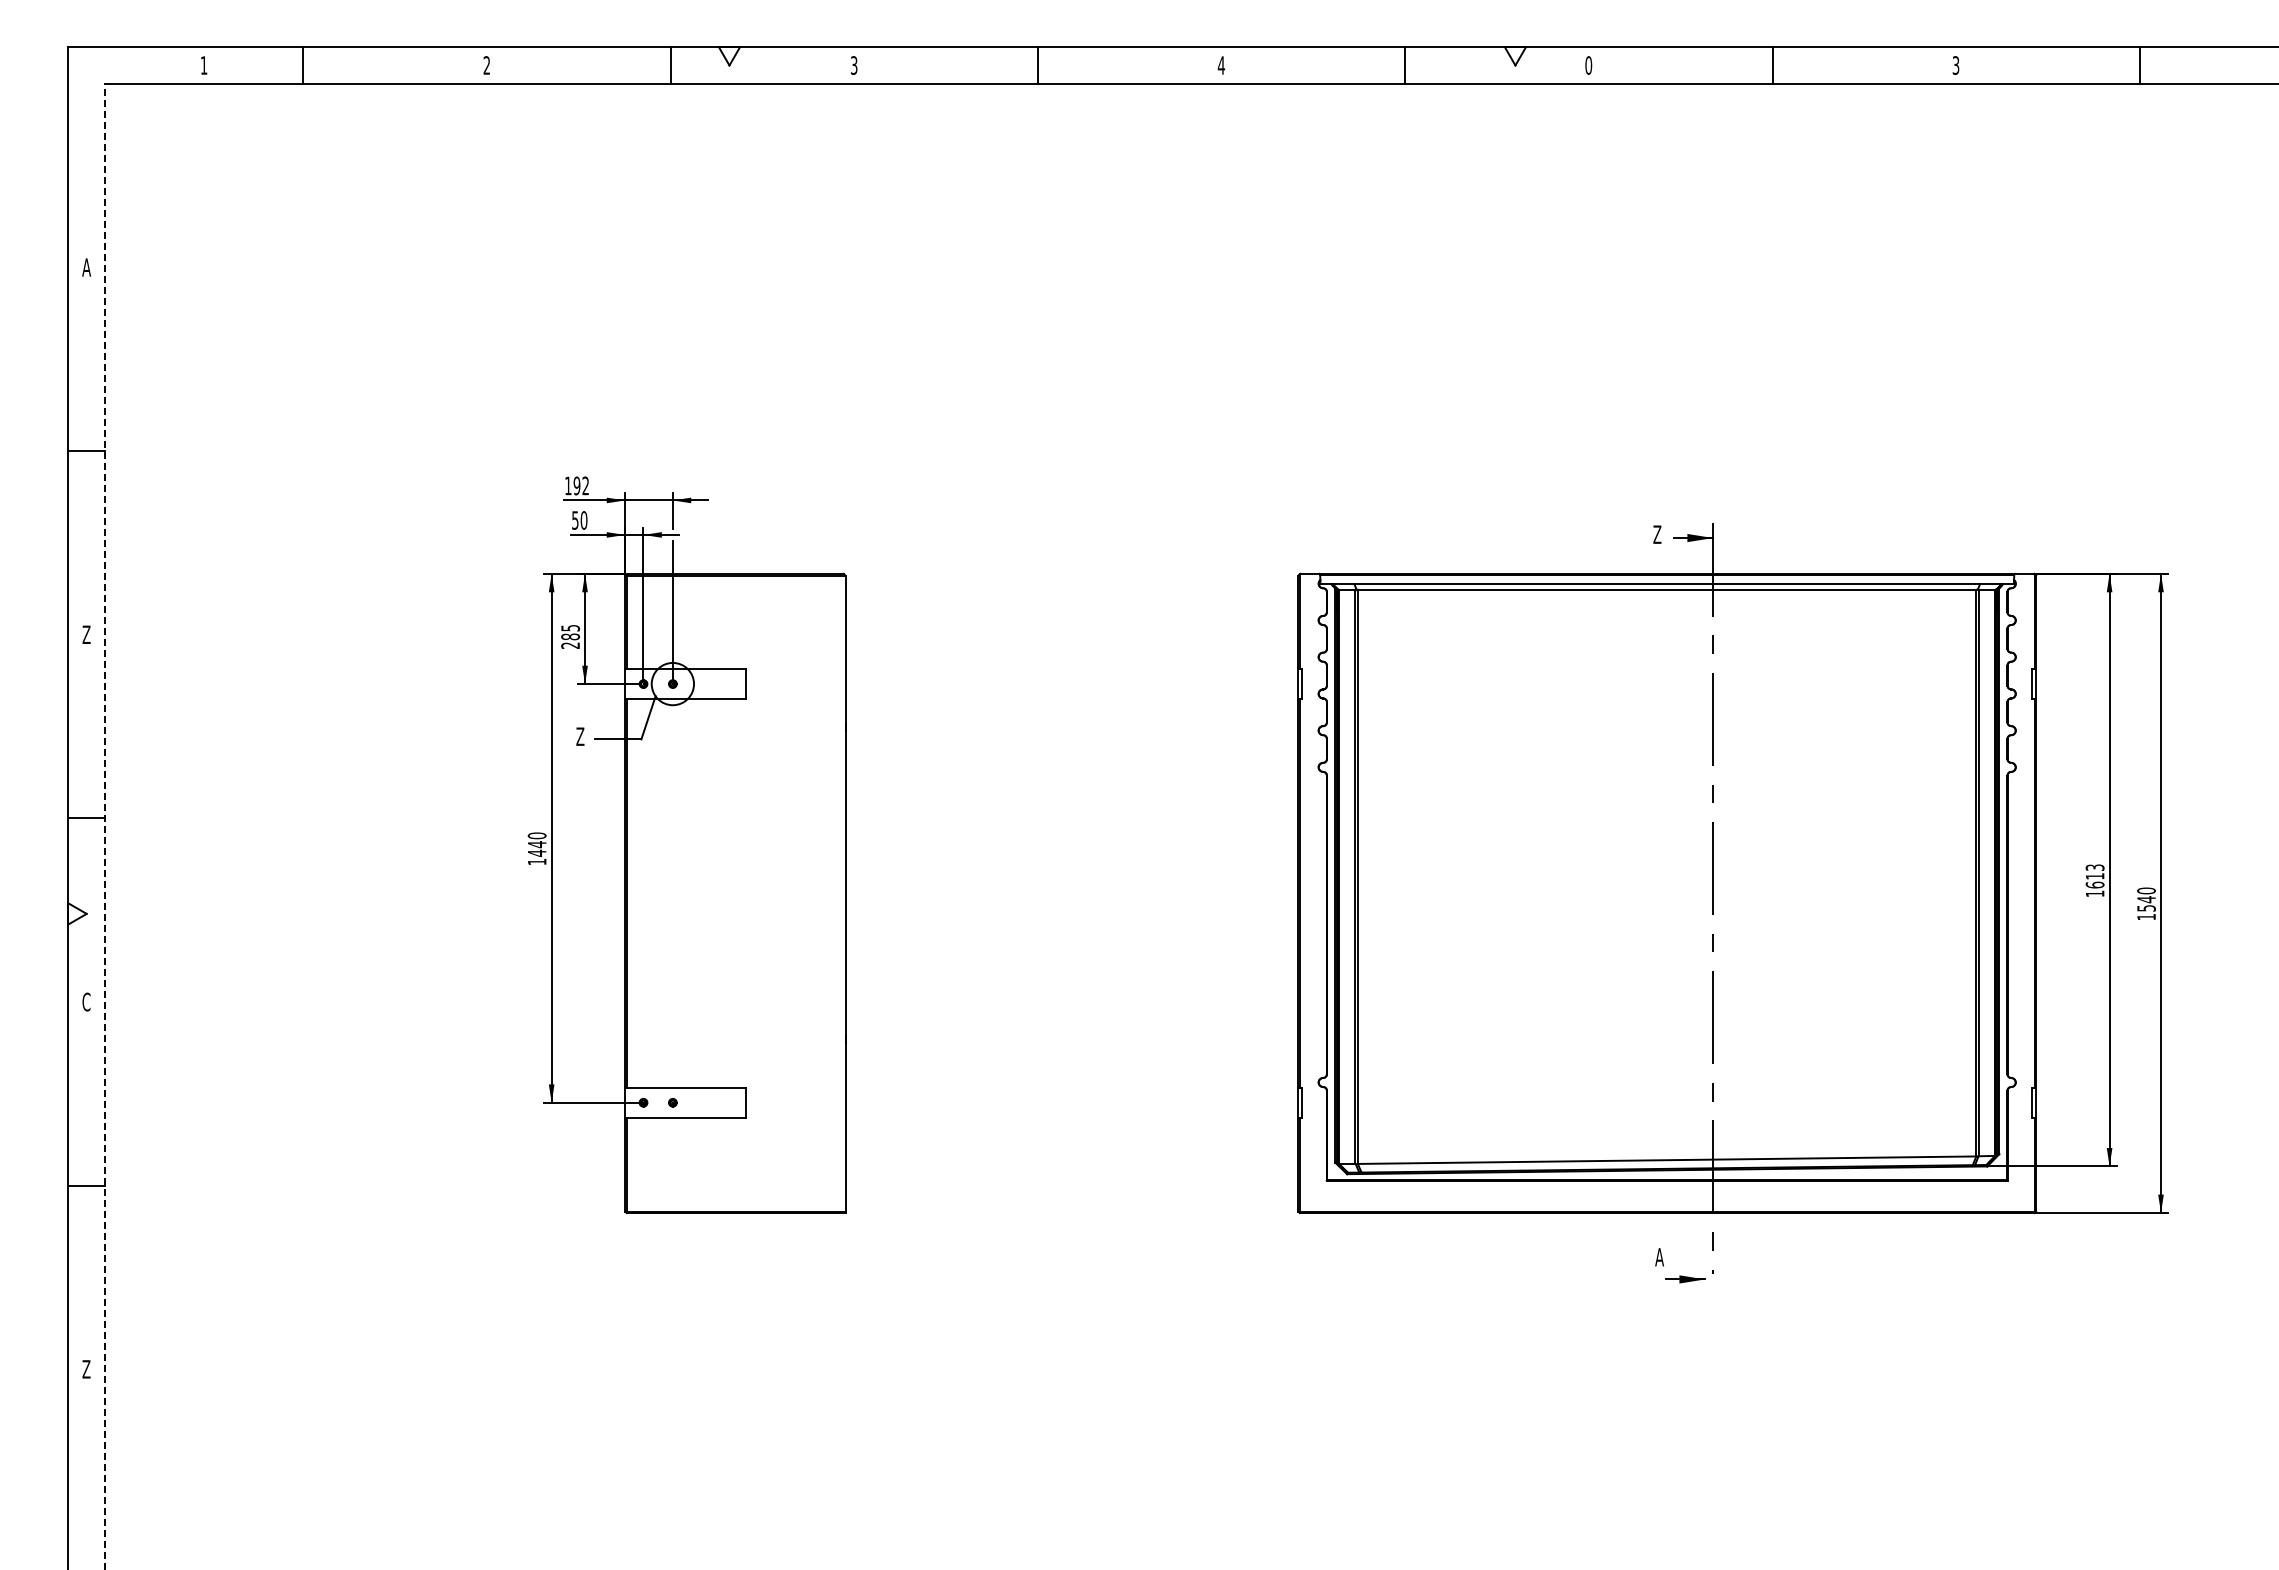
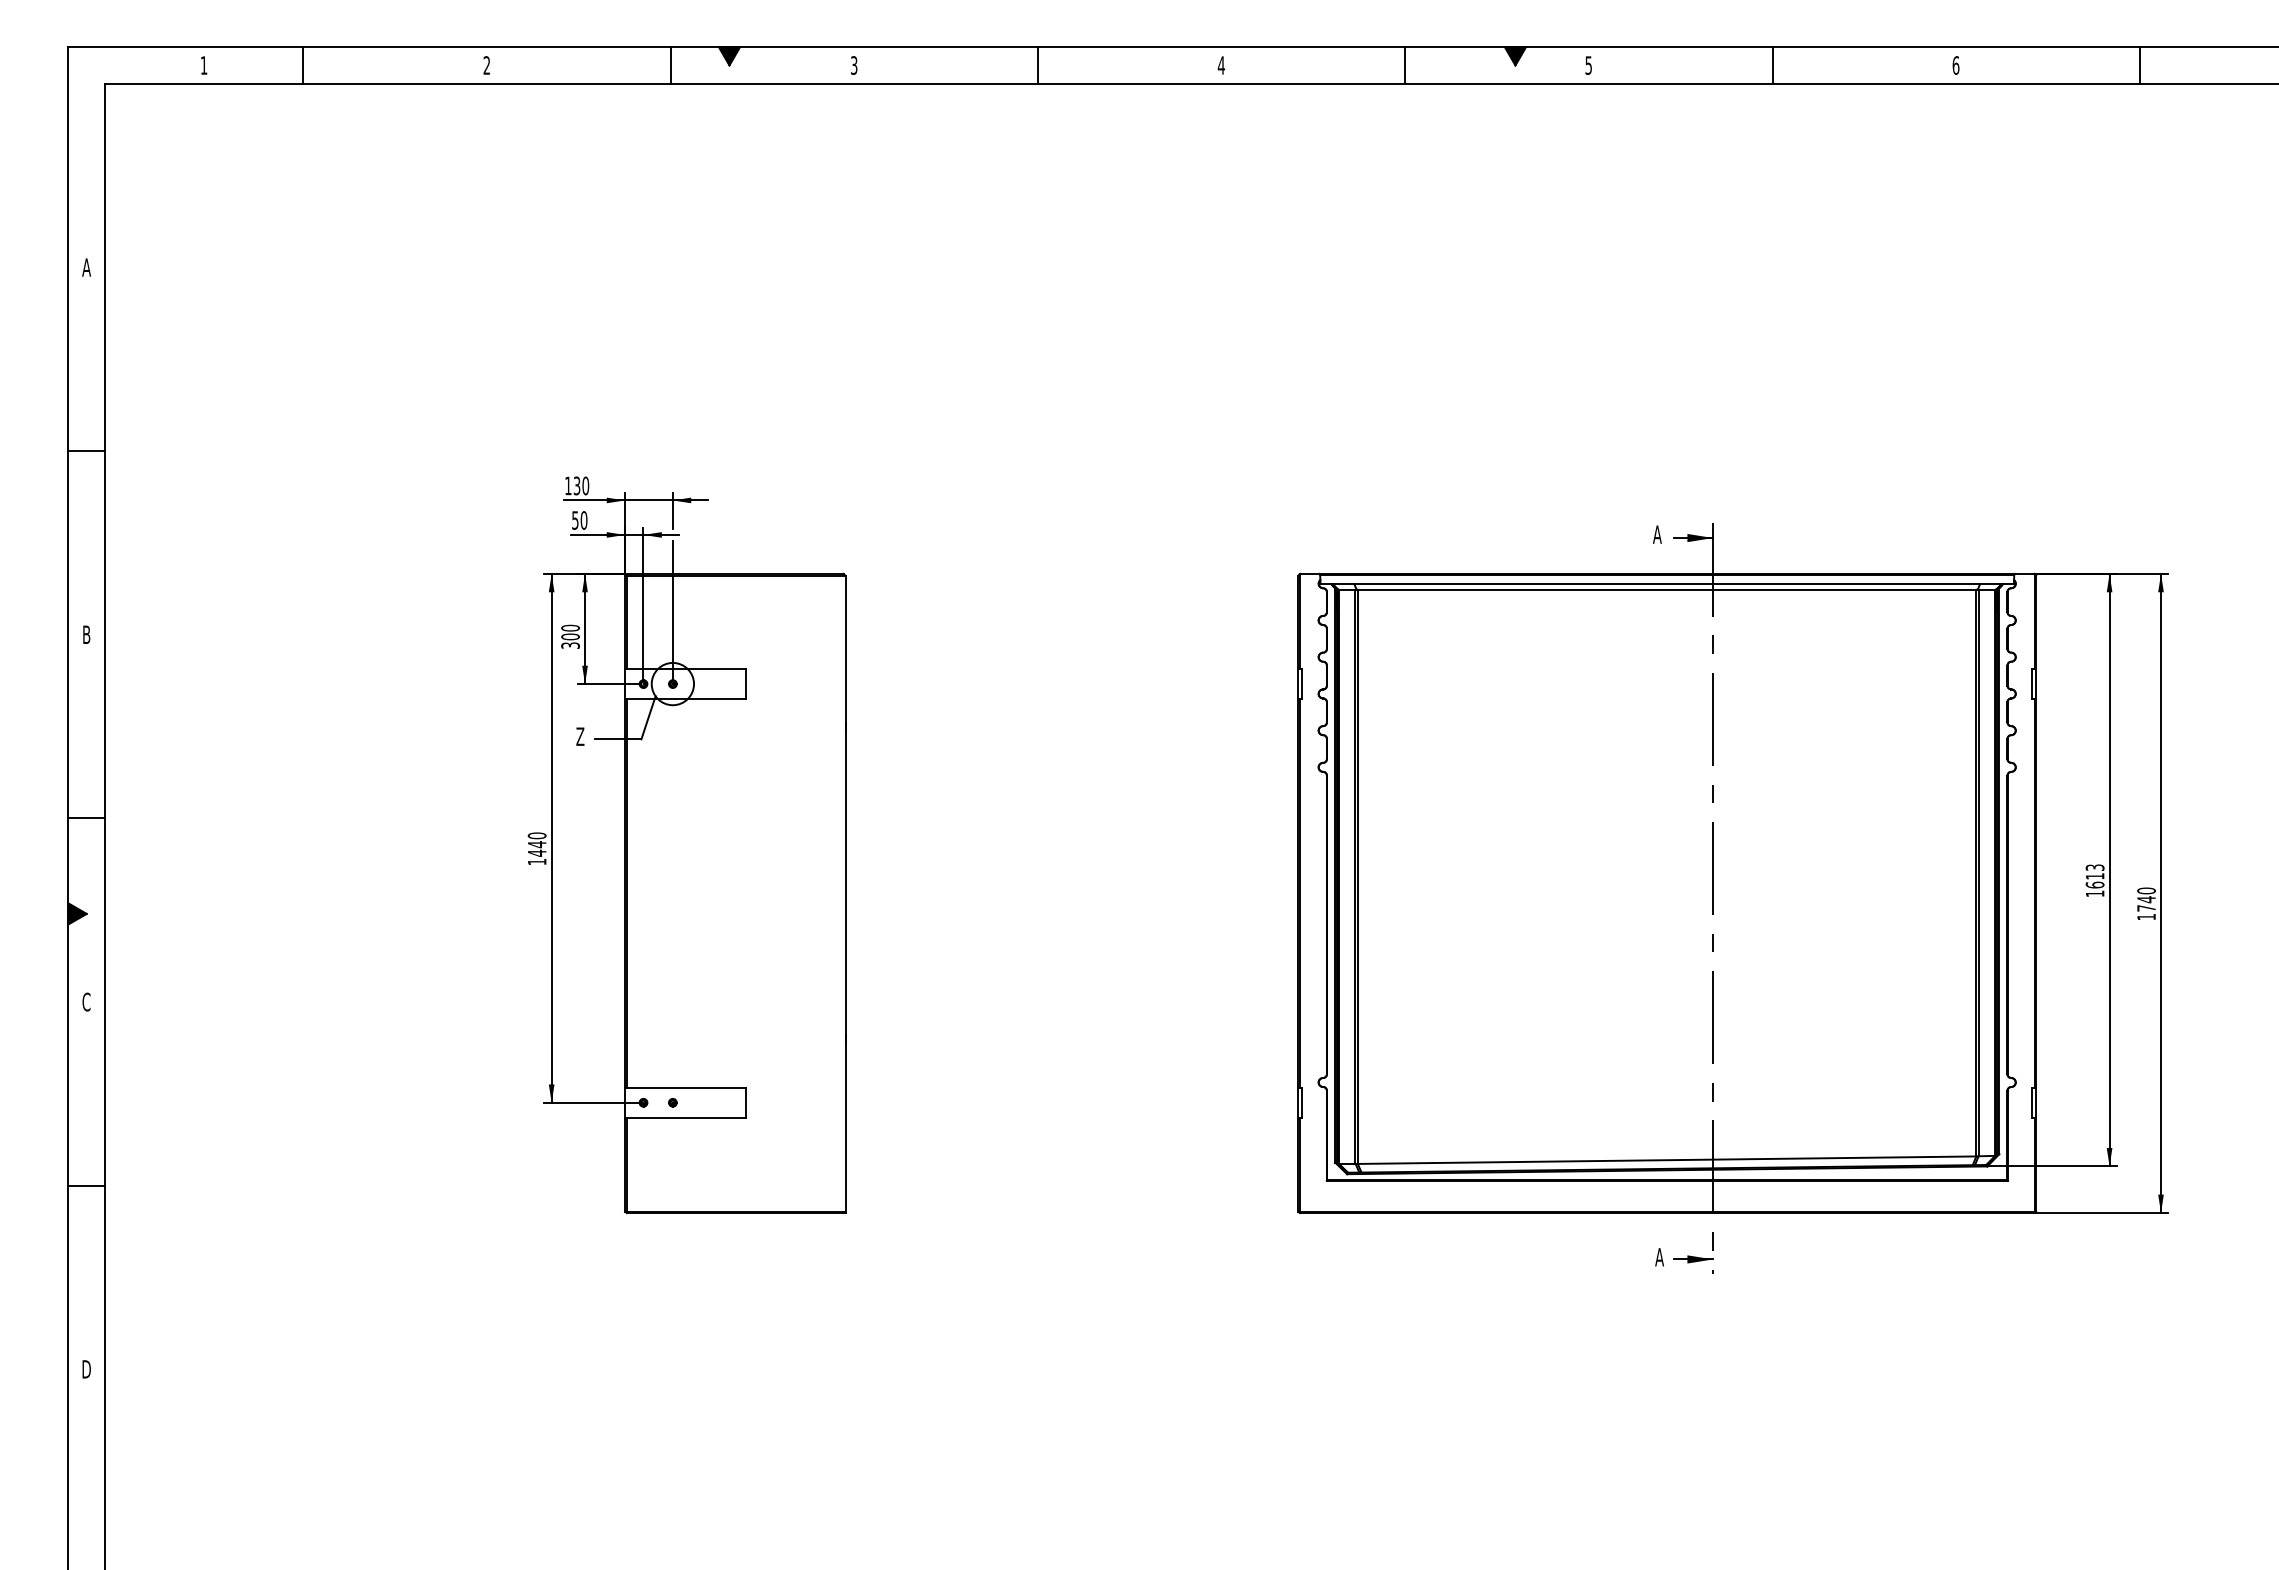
fill at (729, 56): none -> present
fill at (1515, 56): none -> present
text at (1588, 65): 0 -> 5
text at (1955, 65): 3 -> 6
text at (581, 485): 192 -> 130
text at (1657, 534): Z -> A
text at (86, 634): Z -> B
text at (570, 636): 285 -> 300
line at (105, 826): dashed -> solid
text at (2146, 908): 1540 -> 1740
fill at (77, 913): none -> present
part at (1685, 1279) position: (1685, 1279) -> (1693, 1259)
text at (86, 1369): Z -> D
